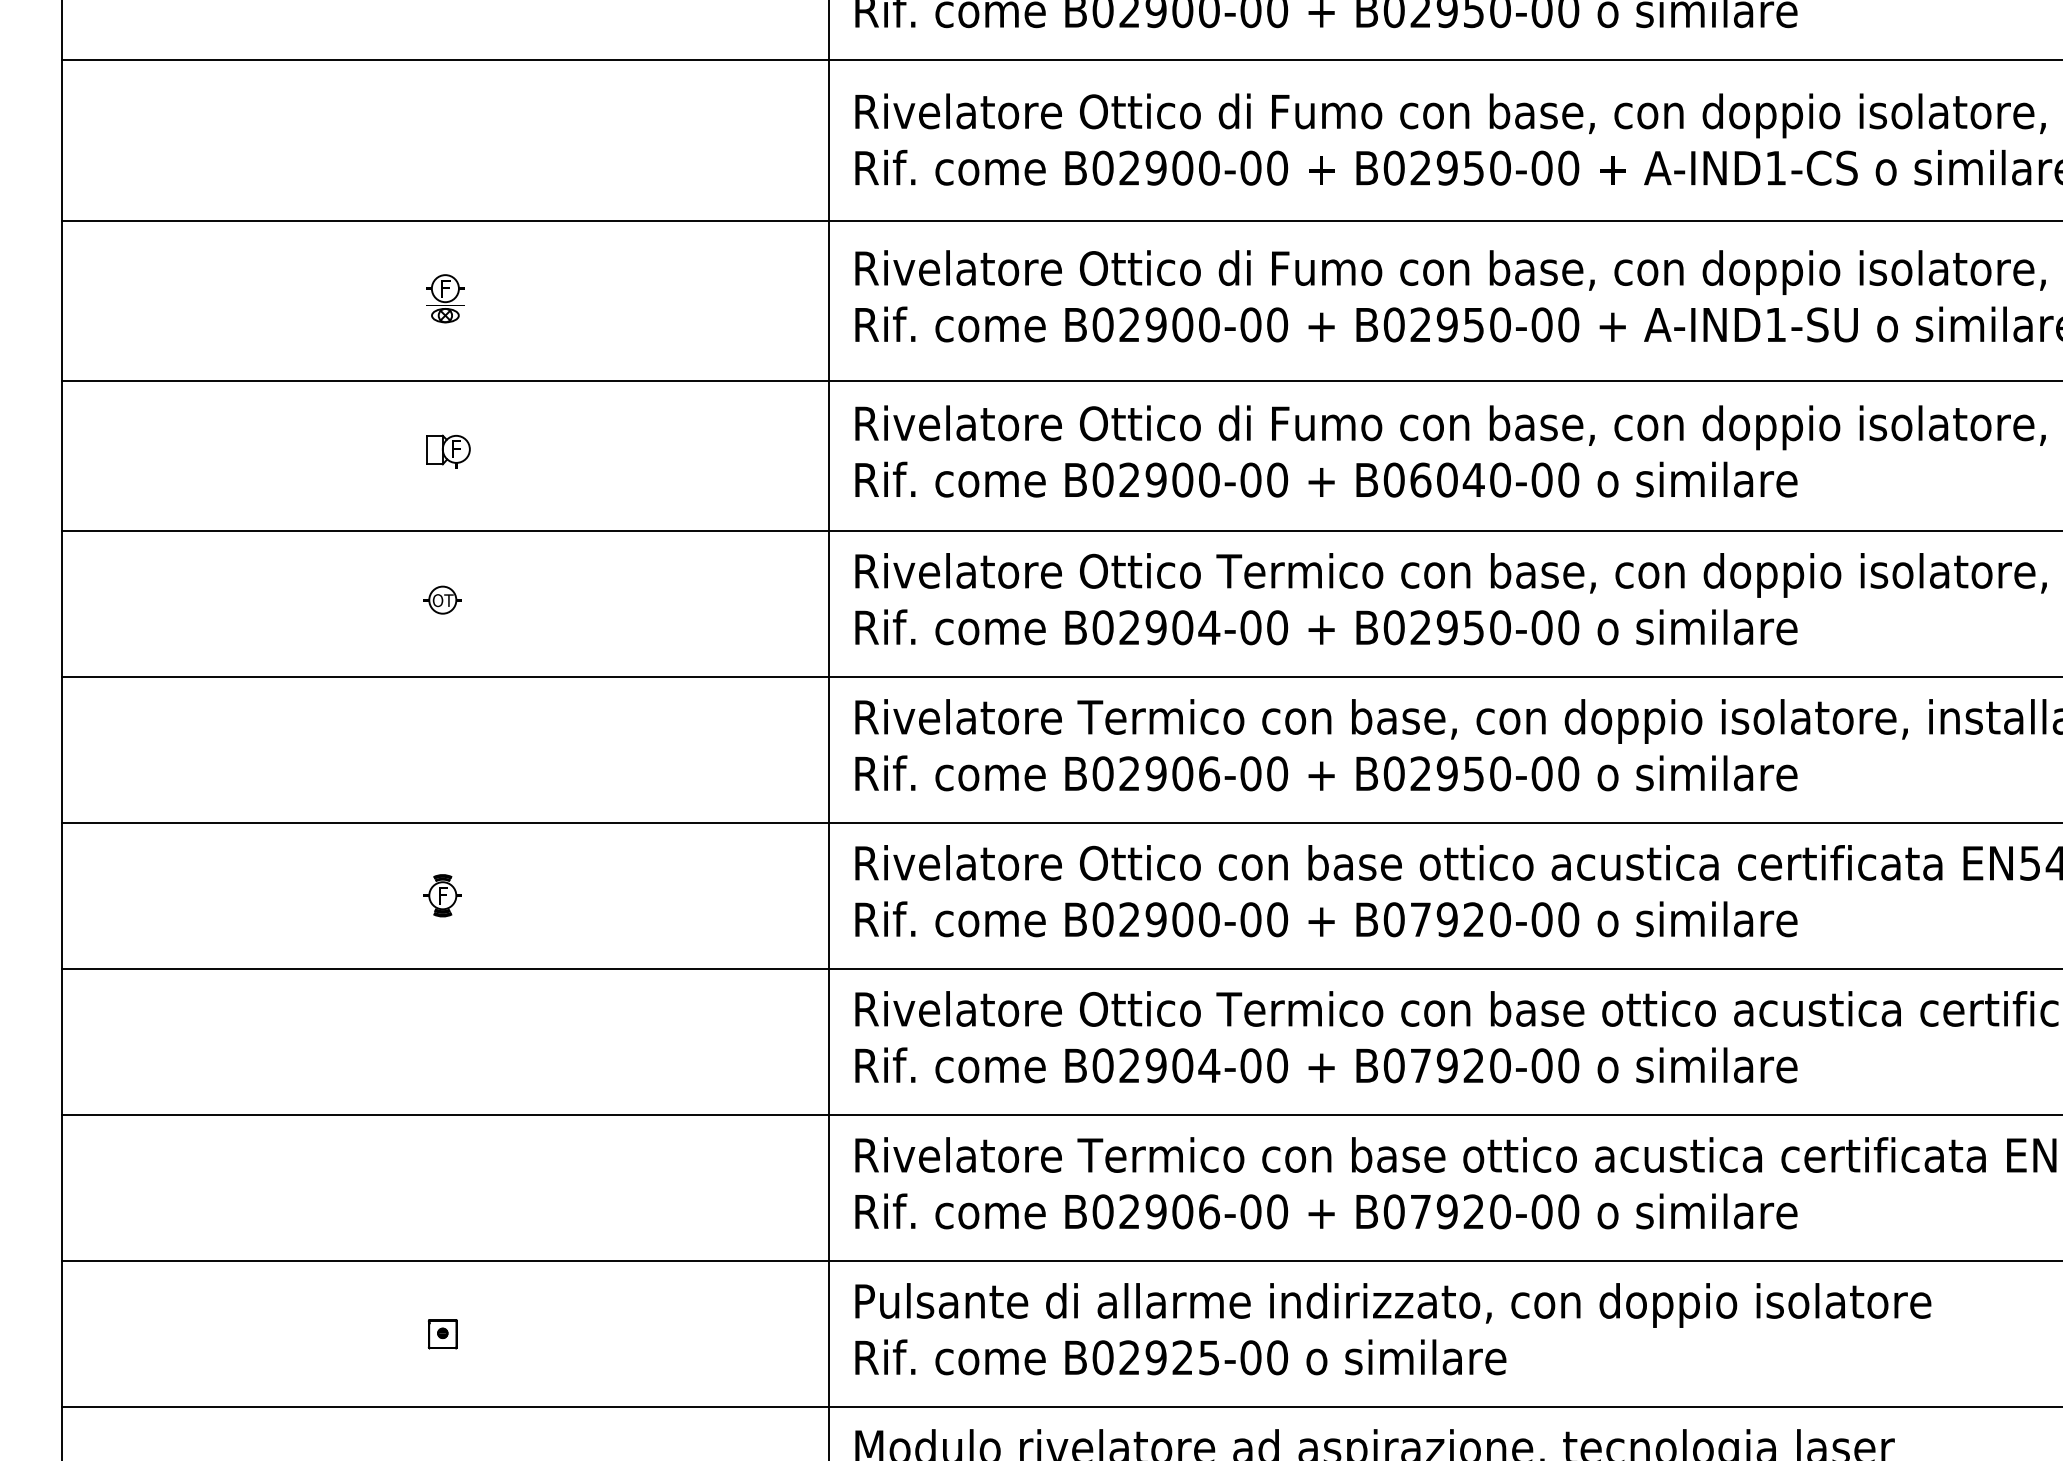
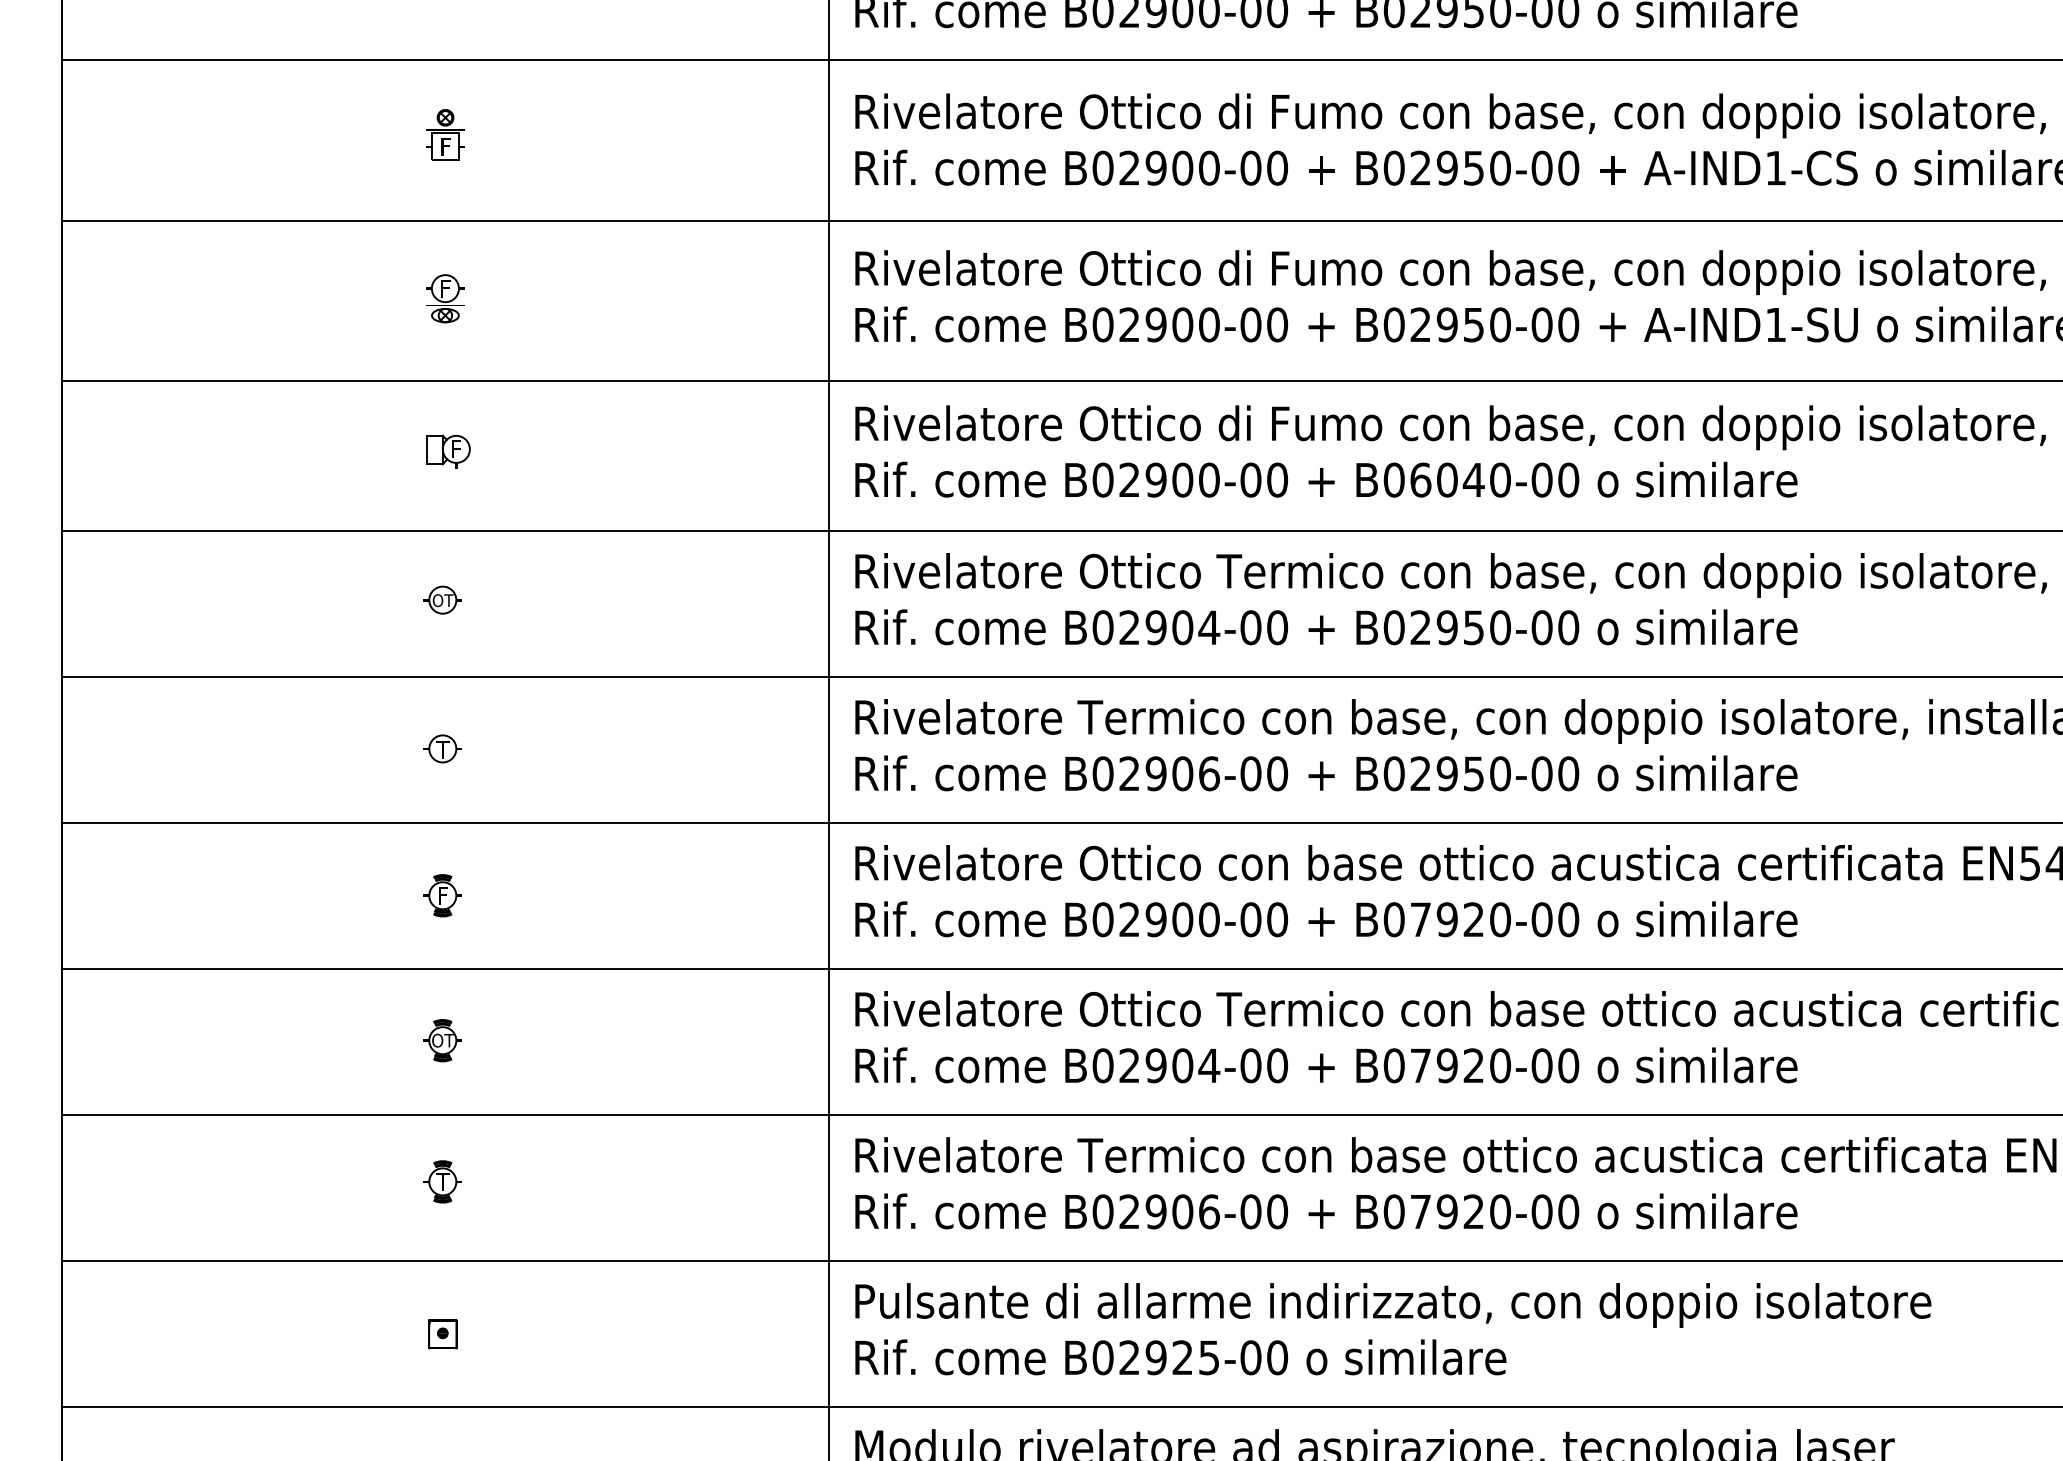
part at (445, 134): none -> present
part at (442, 748): none -> present
part at (442, 1040): none -> present
part at (442, 1181): none -> present
